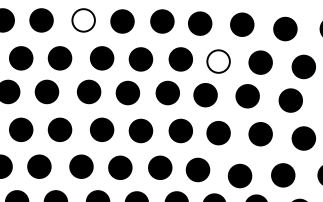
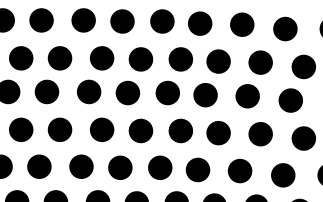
fill at (83, 20): none -> present
fill at (218, 61): none -> present
part at (239, 175) position: (239, 175) -> (239, 170)
